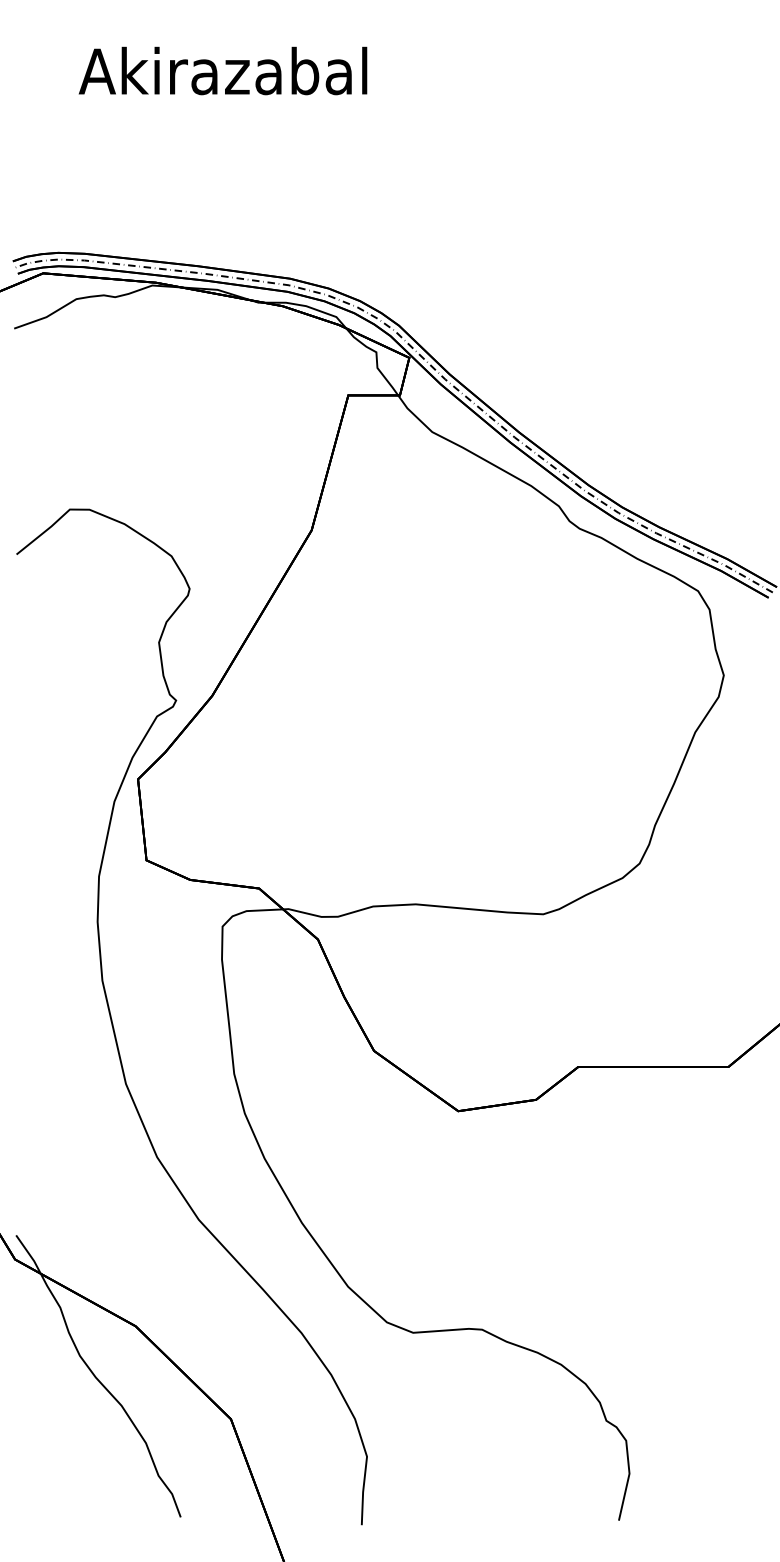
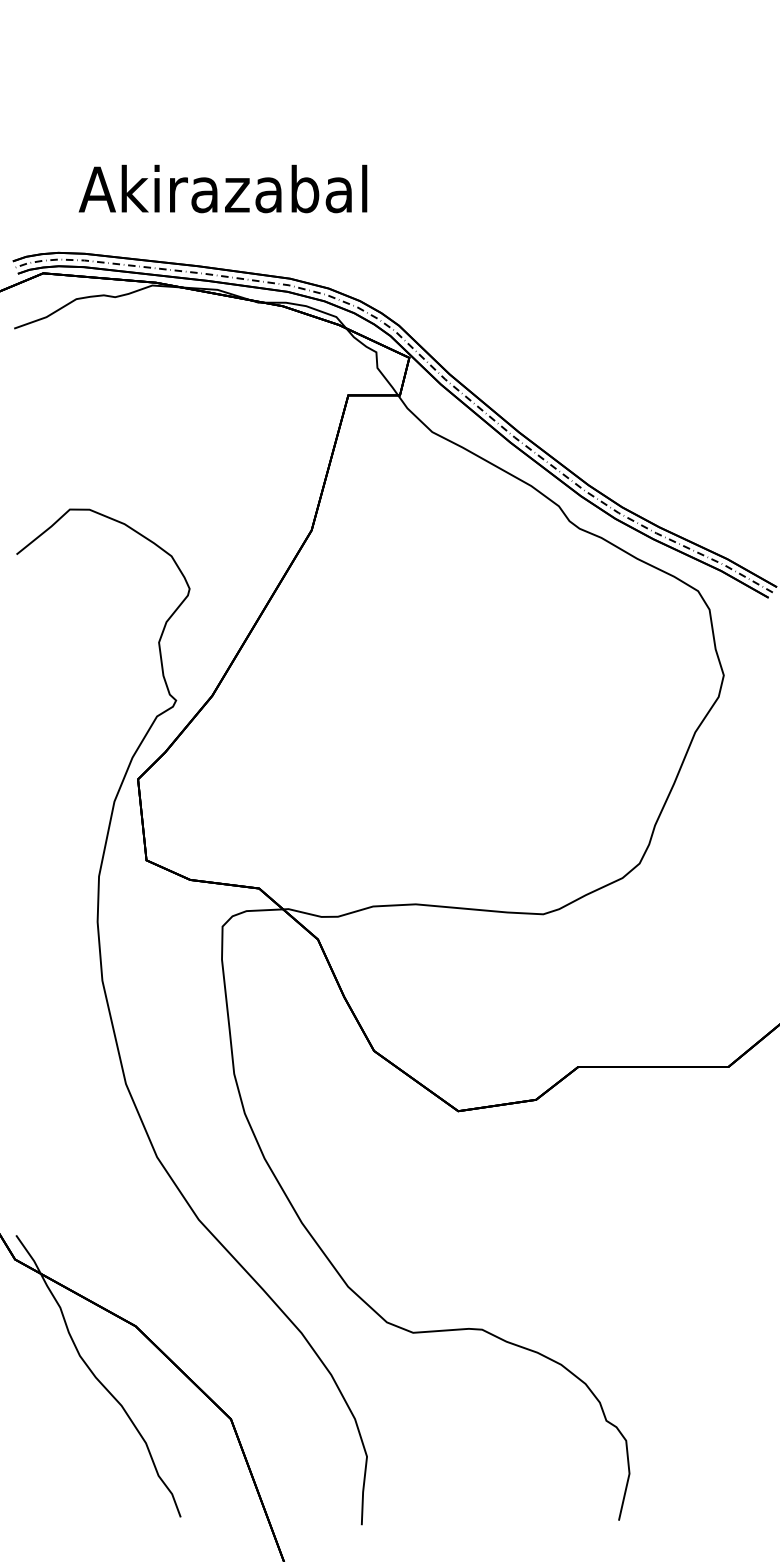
text at (222, 70) position: (222, 70) -> (222, 188)
